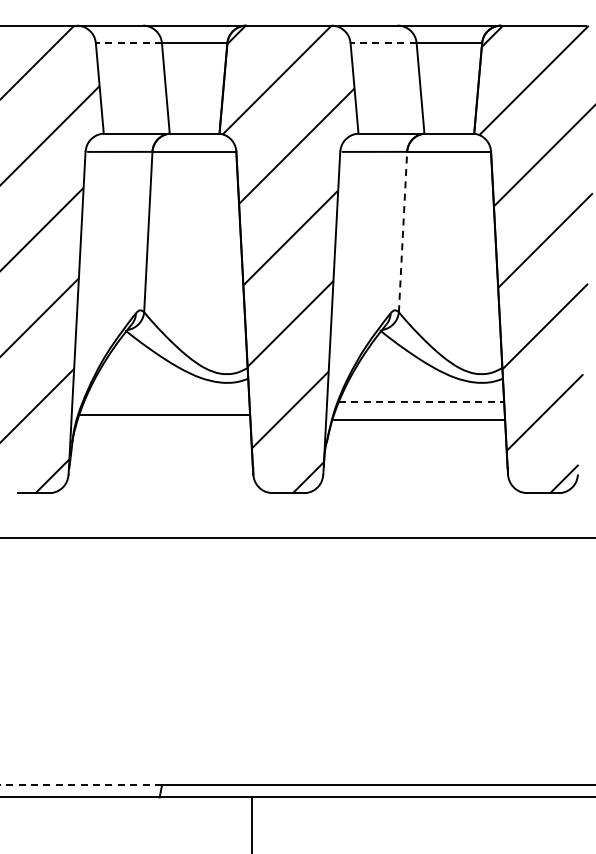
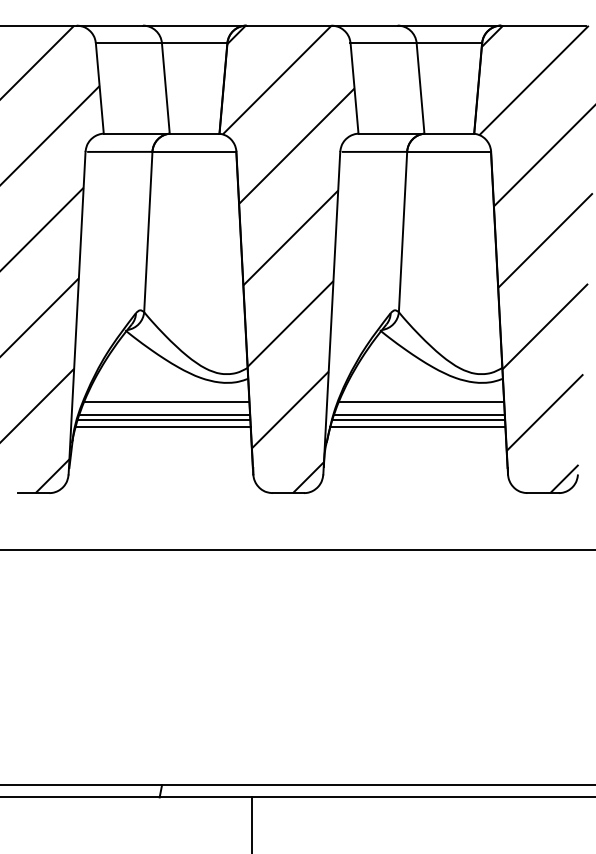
line at (128, 43): dashed -> solid
line at (383, 43): dashed -> solid
line at (403, 231): dashed -> solid
line at (166, 402): none -> present
line at (421, 402): dashed -> solid
line at (419, 415): none -> present
line at (163, 420): none -> present
line at (162, 426): none -> present
line at (417, 426): none -> present
line at (297, 538) position: (297, 538) -> (297, 550)
line at (81, 785): dashed -> solid
